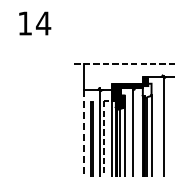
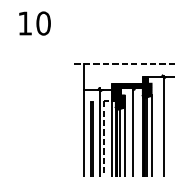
text at (43, 23): 14 -> 10
hatch at (146, 90): none -> present
line at (83, 133): dashed -> solid
